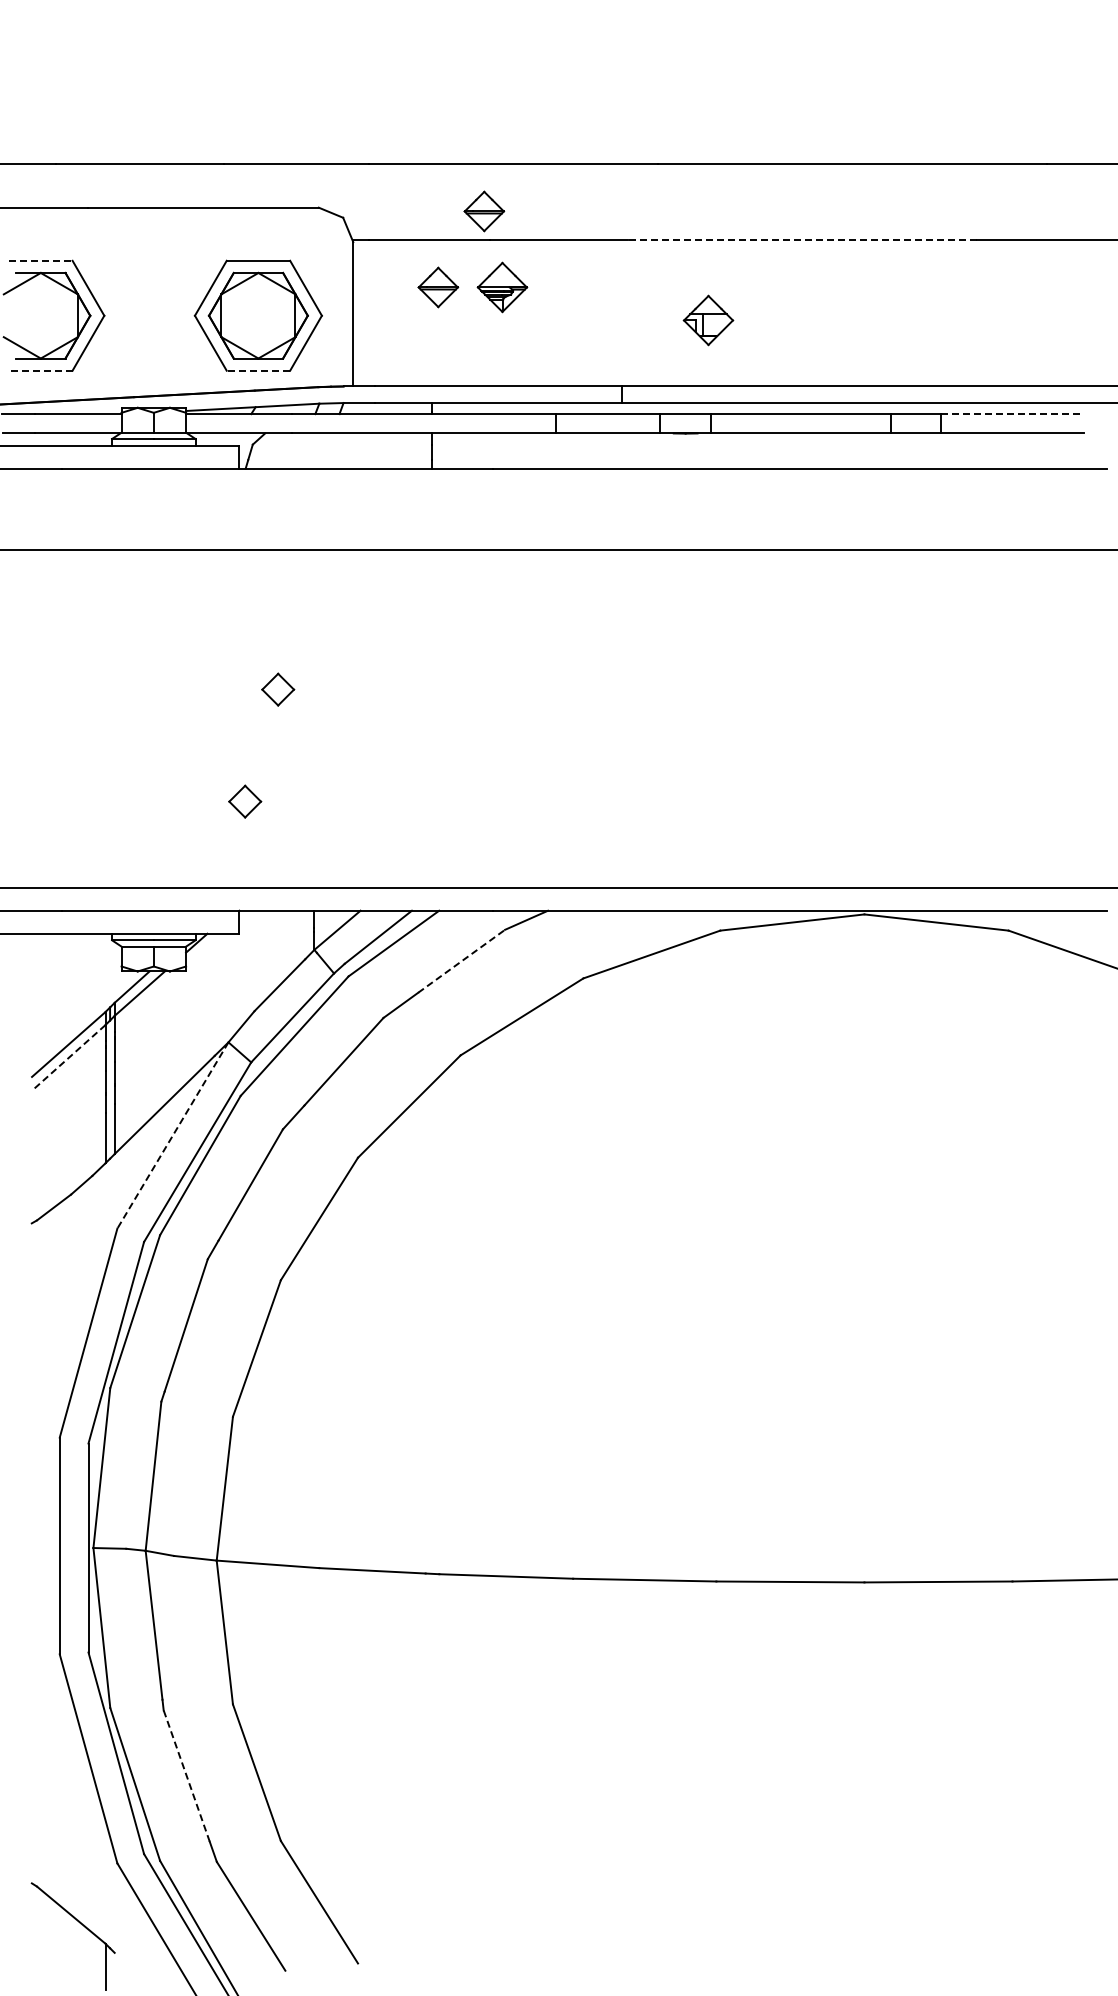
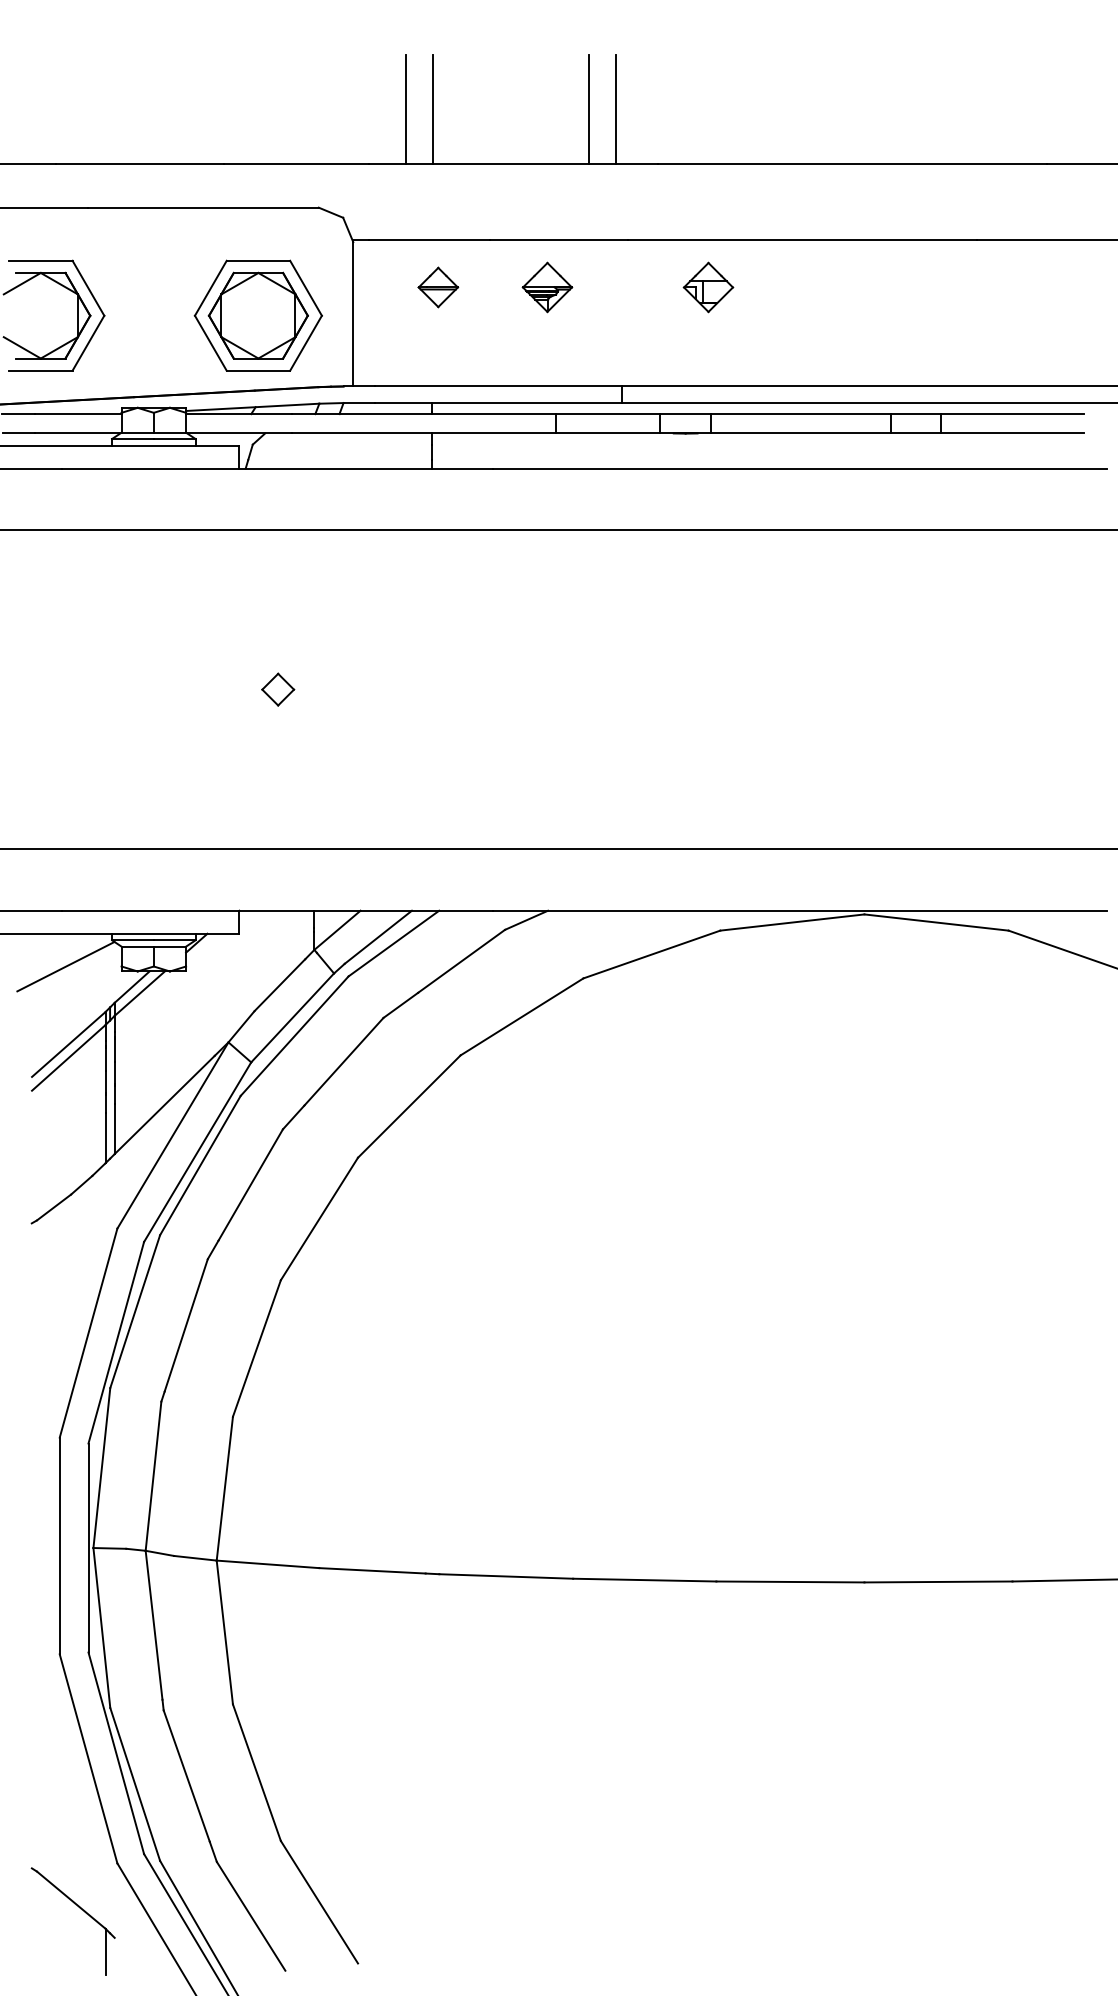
line at (405, 109): none -> present
line at (433, 109): none -> present
line at (588, 109): none -> present
line at (615, 109): none -> present
part at (484, 211): present -> none
line at (802, 240): dashed -> solid
line at (40, 260): dashed -> solid
part at (502, 287) position: (502, 287) -> (547, 287)
part at (708, 320) position: (708, 320) -> (708, 287)
line at (40, 370): dashed -> solid
line at (258, 370): dashed -> solid
line at (1013, 414): dashed -> solid
line at (558, 550) position: (558, 550) -> (558, 530)
part at (245, 801): present -> none
line at (558, 888) position: (558, 888) -> (558, 849)
line at (461, 961): dashed -> solid
line at (65, 966): none -> present
line at (68, 1058): dashed -> solid
line at (172, 1135): dashed -> solid
line at (186, 1776): dashed -> solid
part at (80, 1924) position: (80, 1924) -> (80, 1909)
